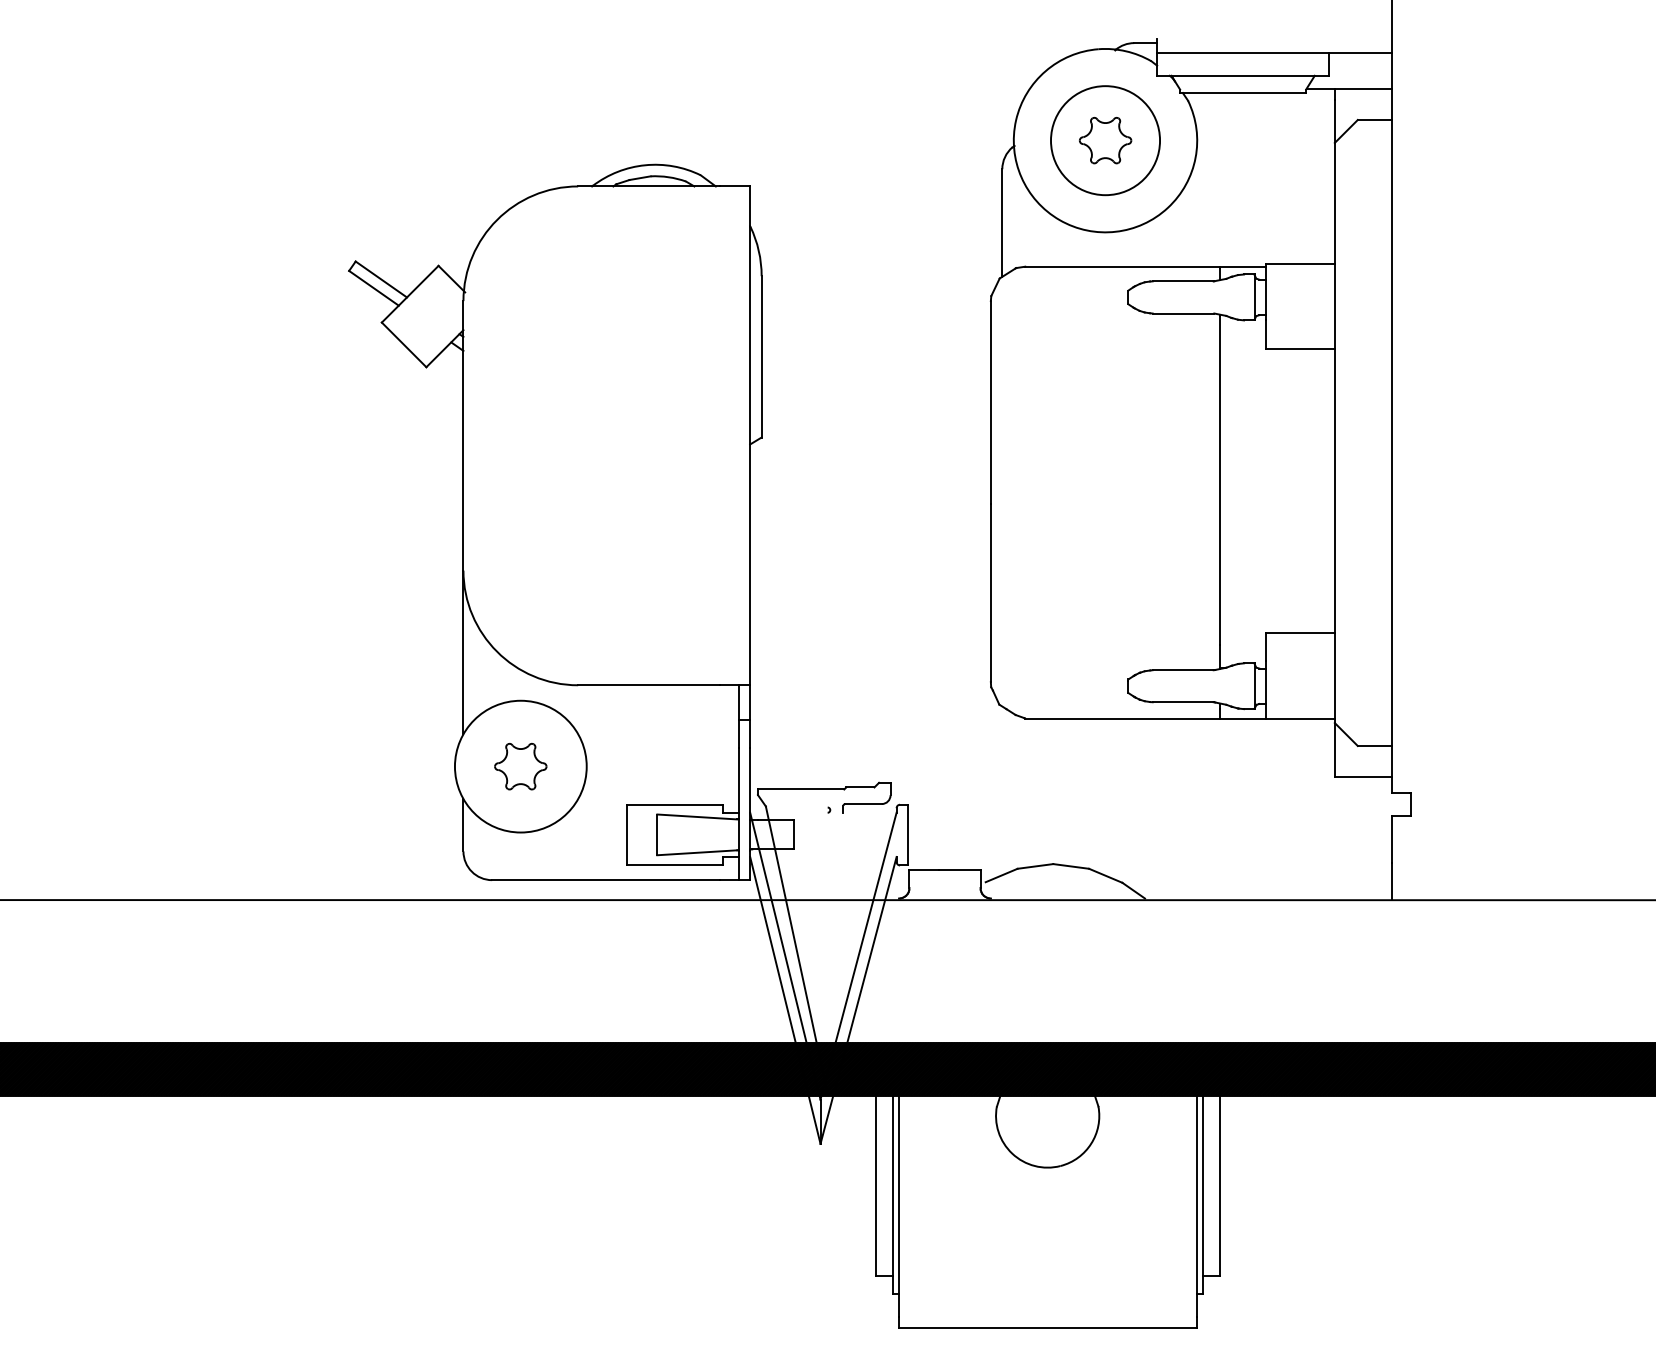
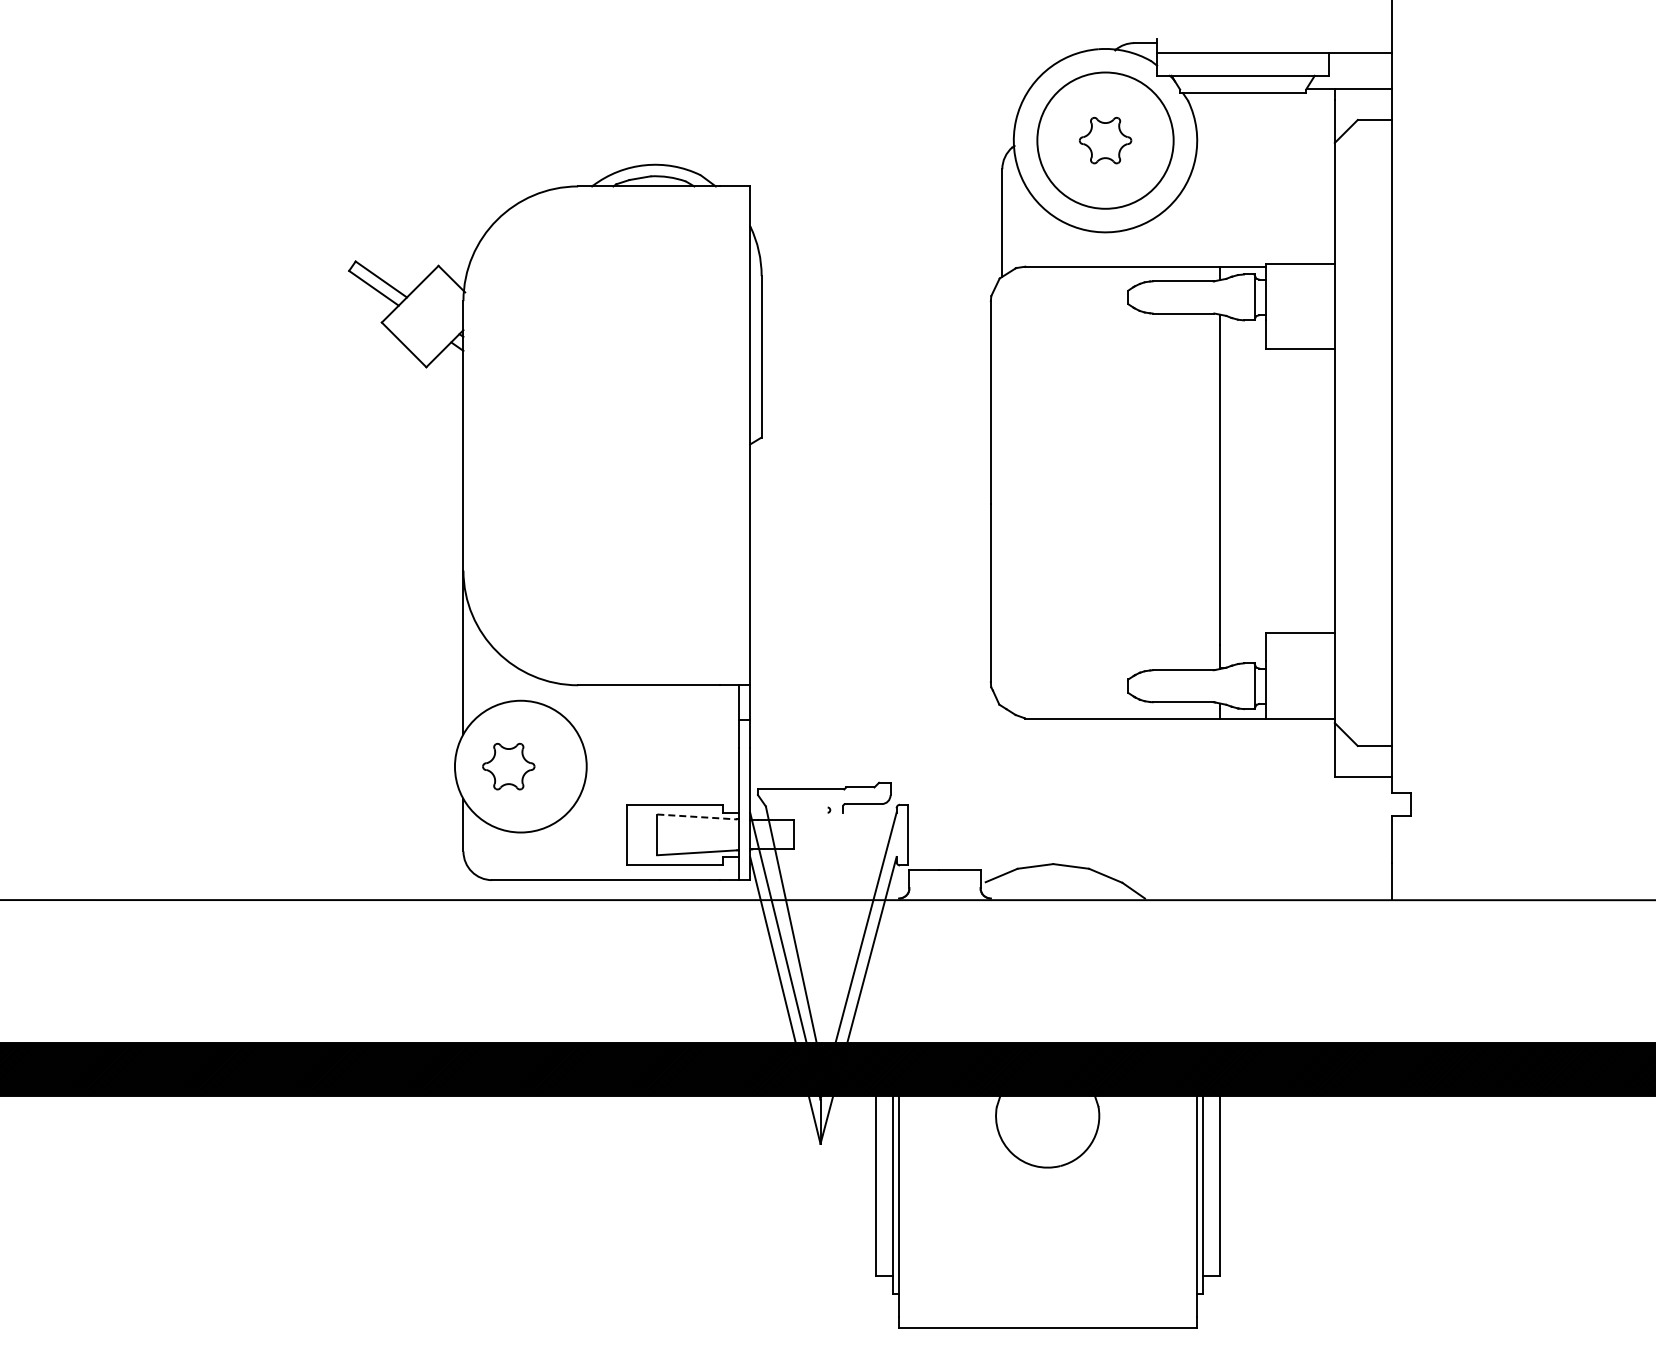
circle at (1105, 140) diameter: 109 px -> 136 px
part at (520, 766) position: (520, 766) -> (508, 766)
line at (697, 817): solid -> dashed
